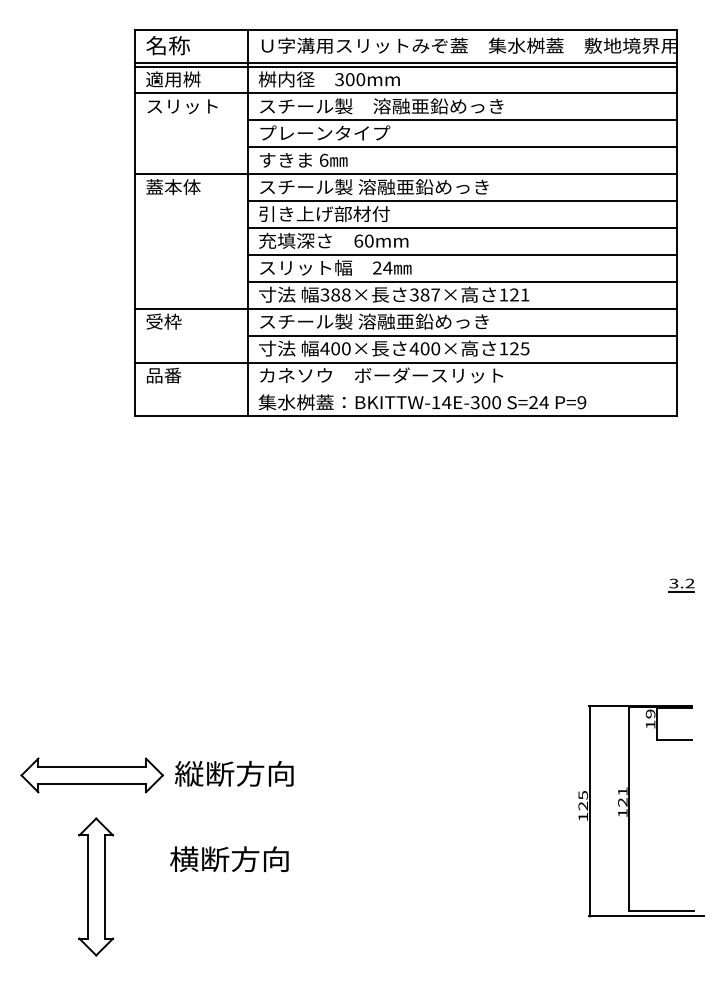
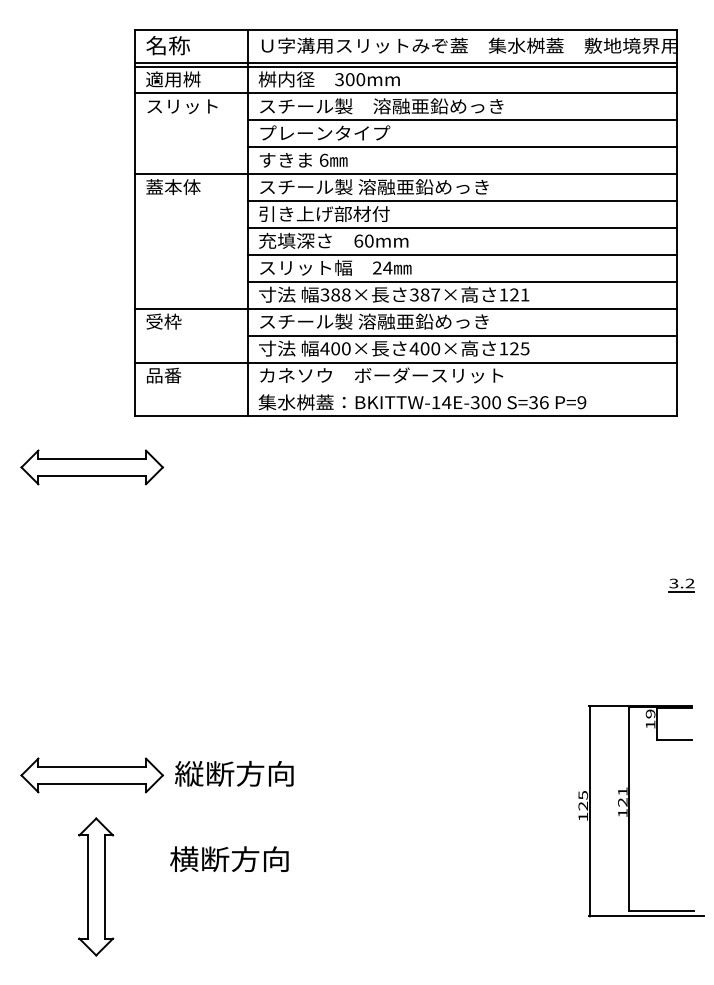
text at (538, 402): S=24 -> S=36
part at (91, 467): none -> present
